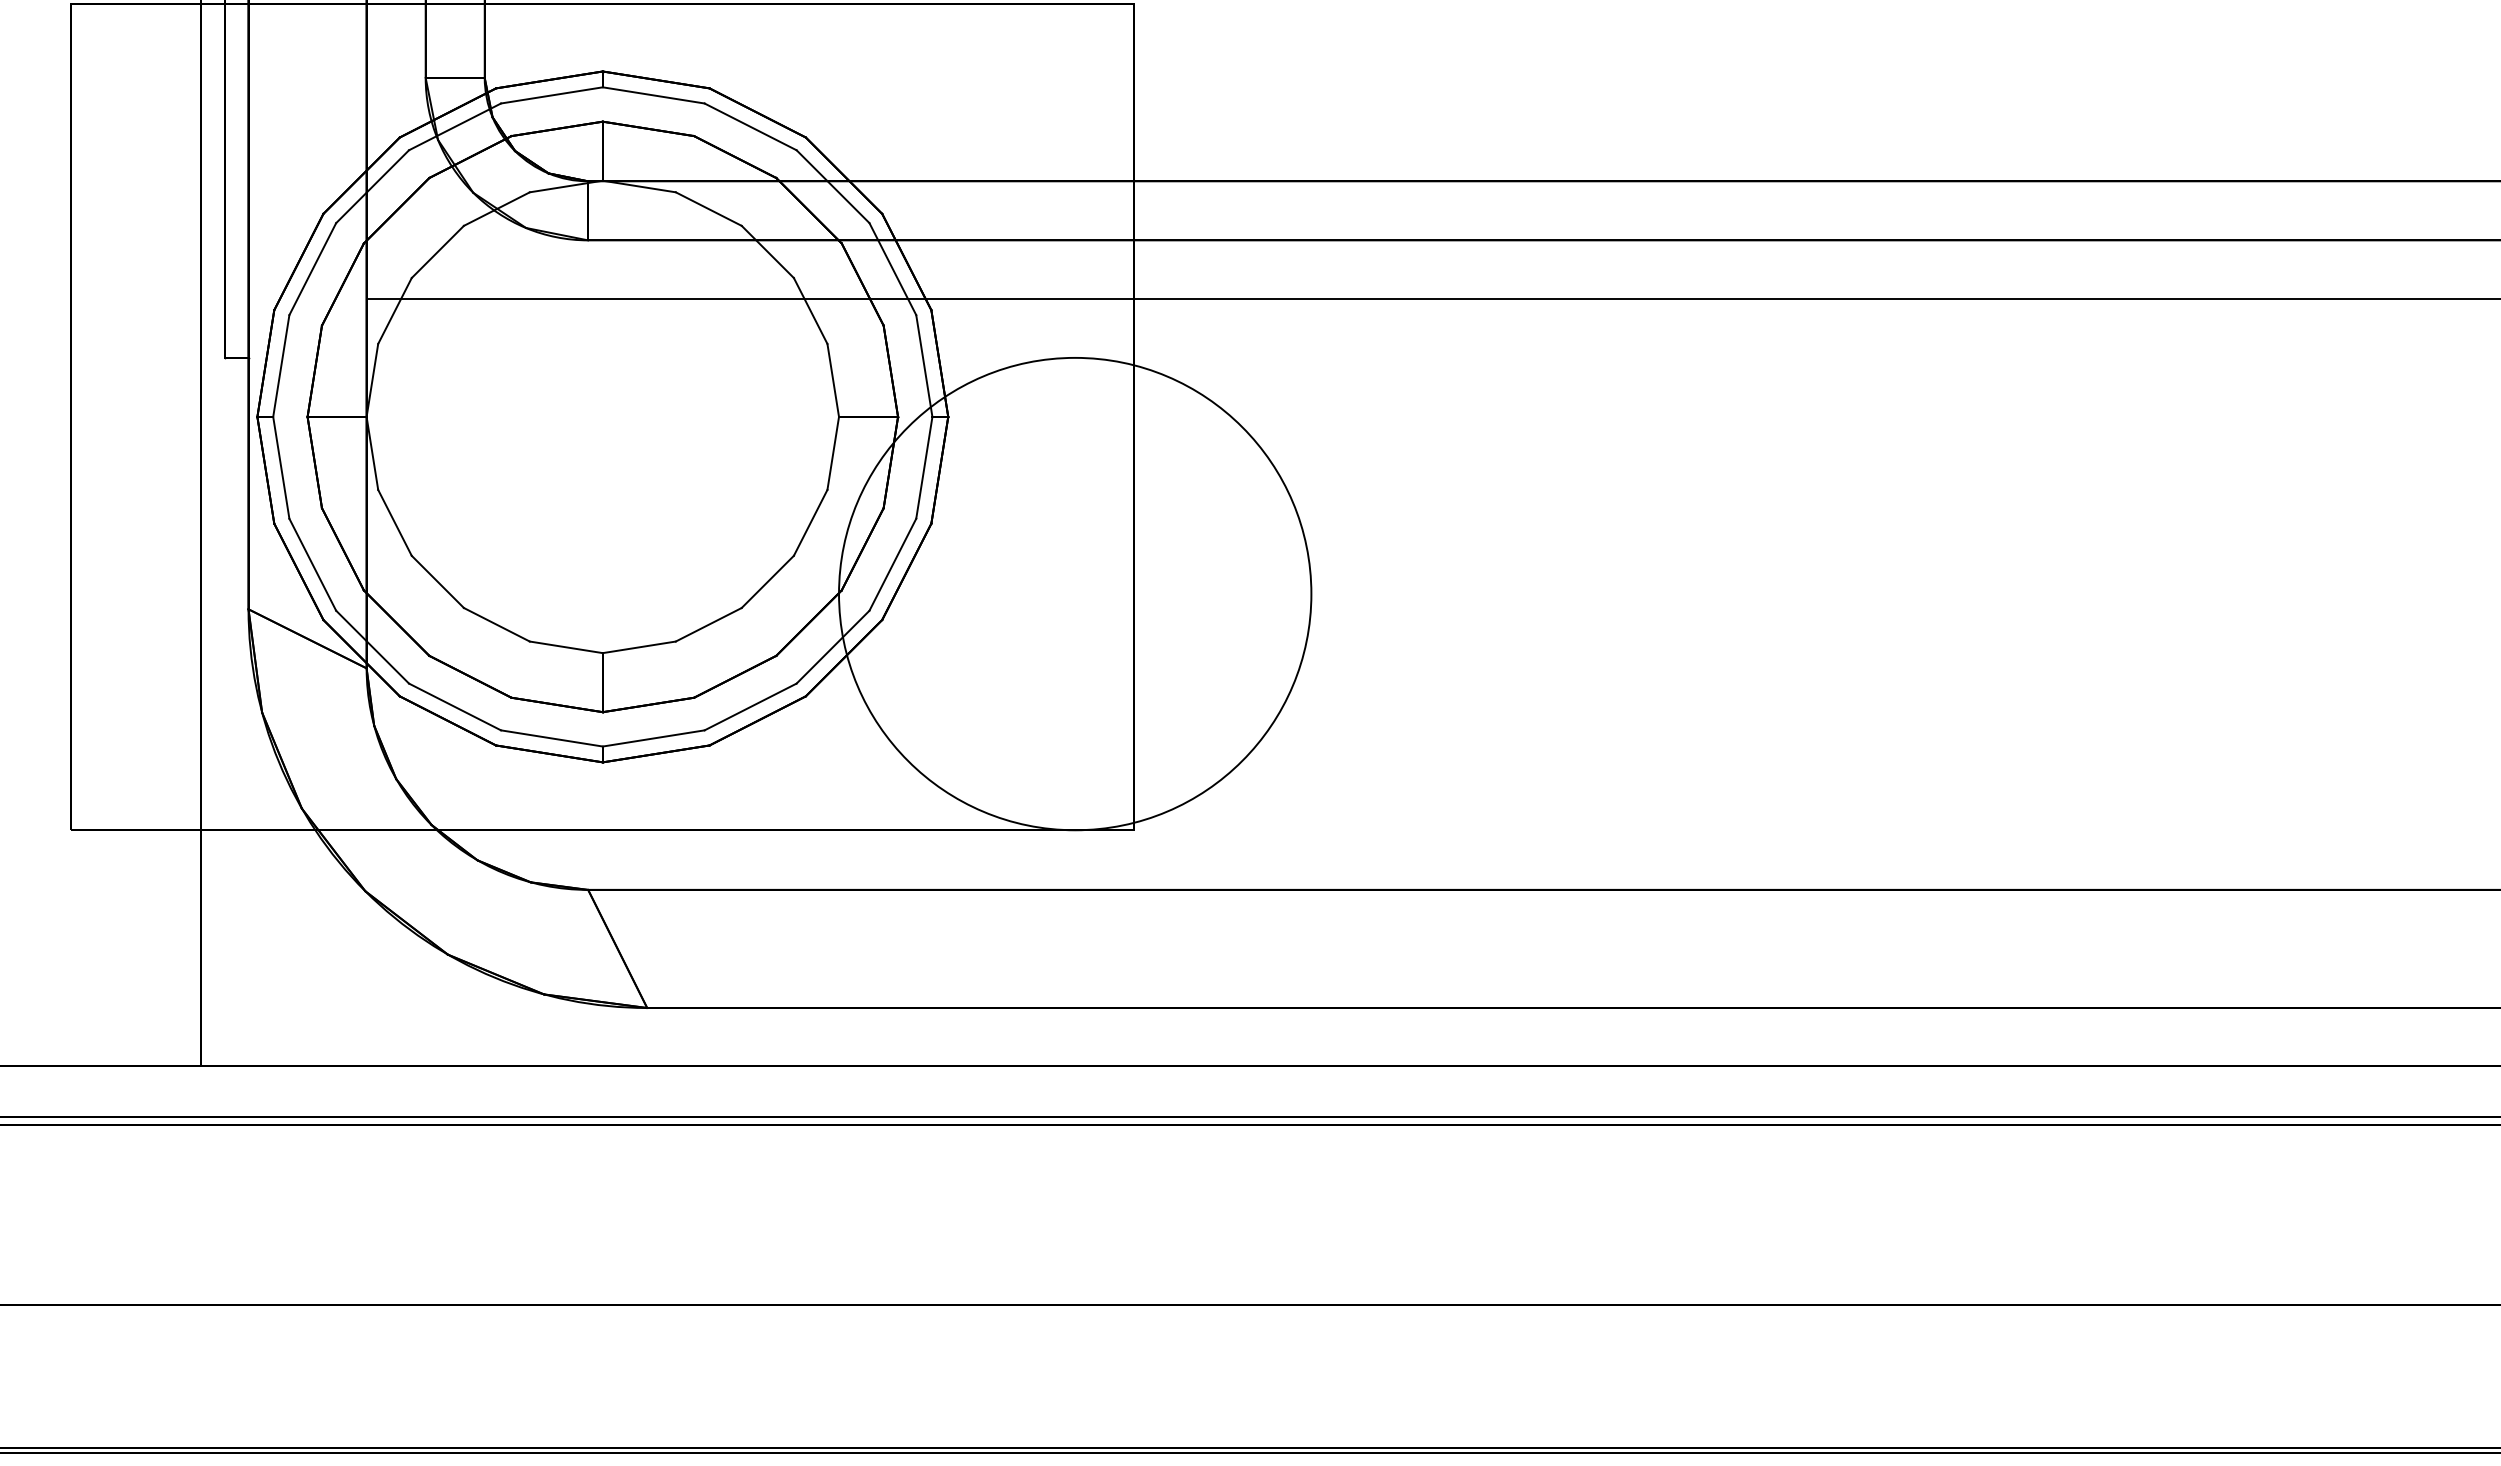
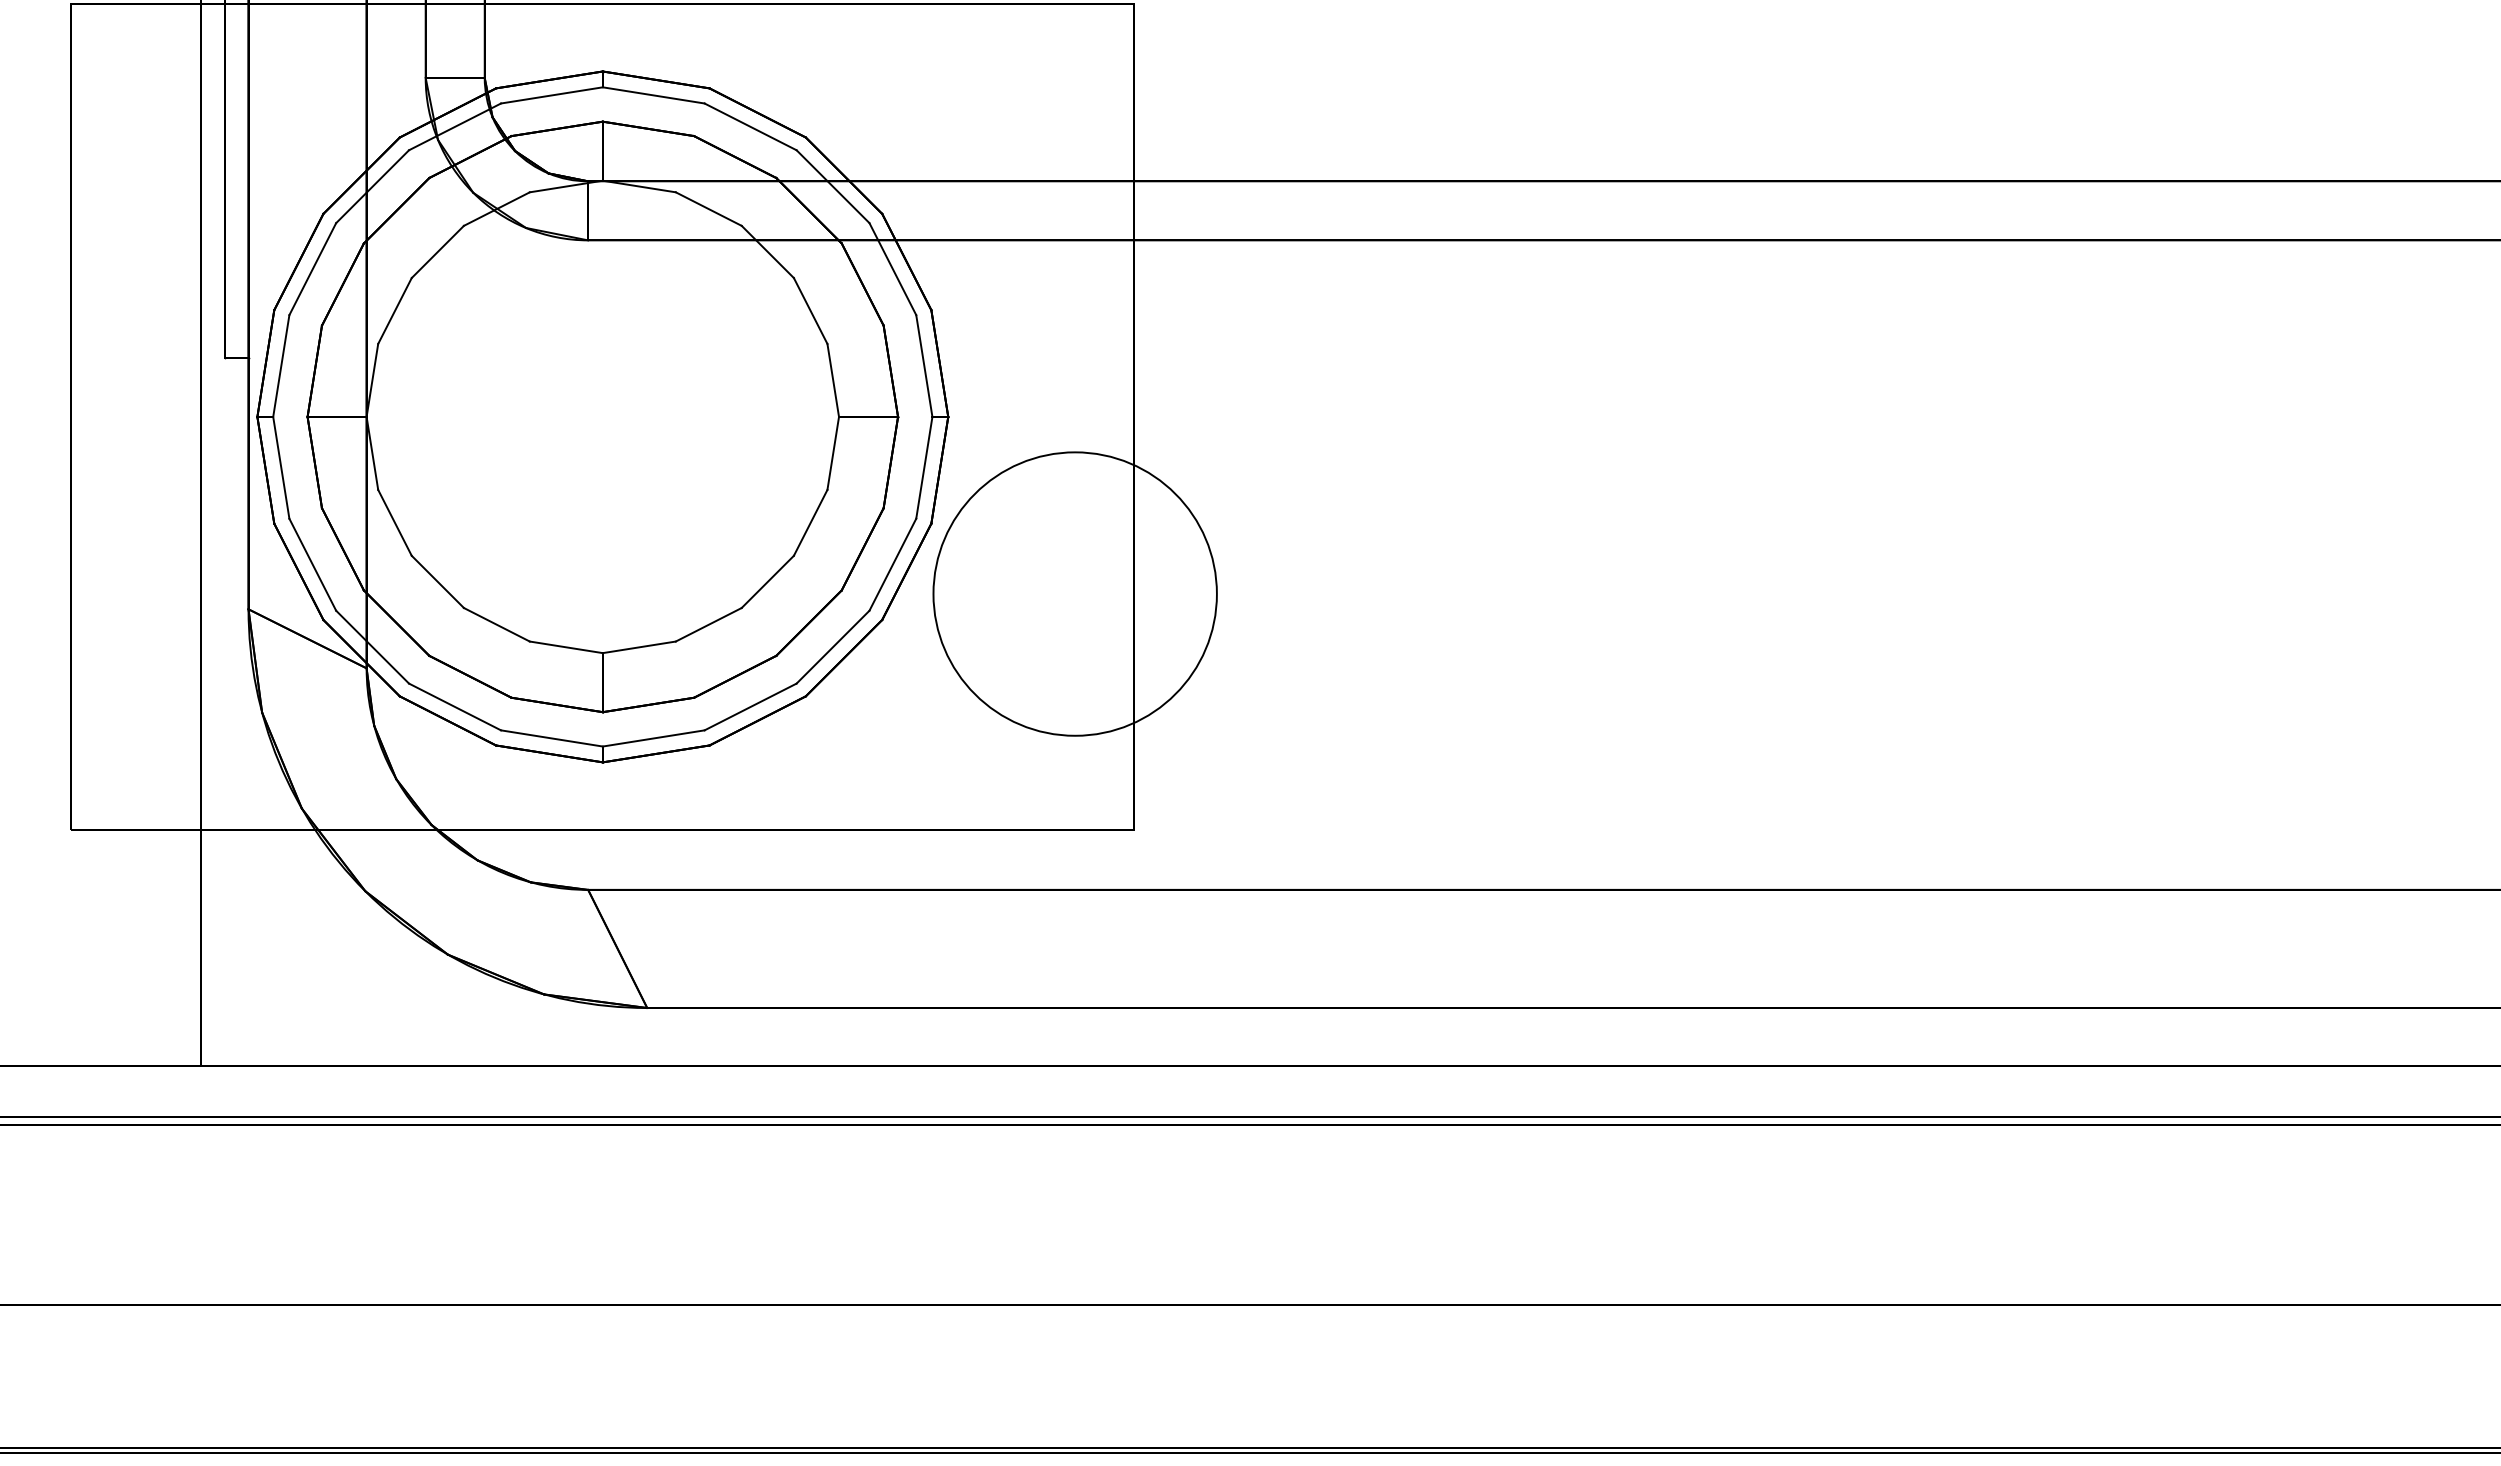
line at (1431, 299): present -> none
circle at (1075, 593) diameter: 472 px -> 283 px
